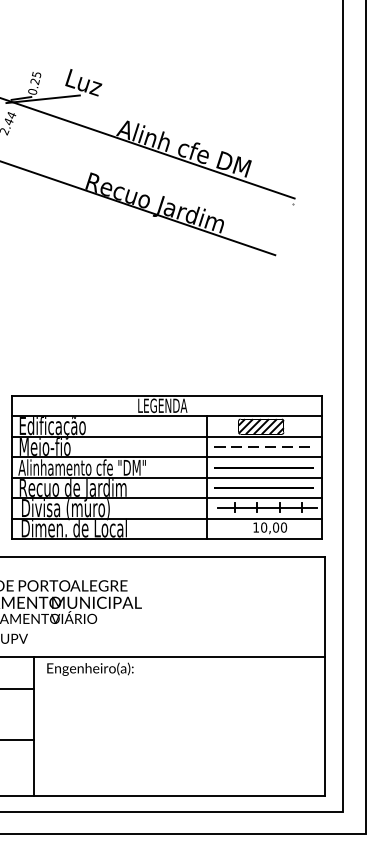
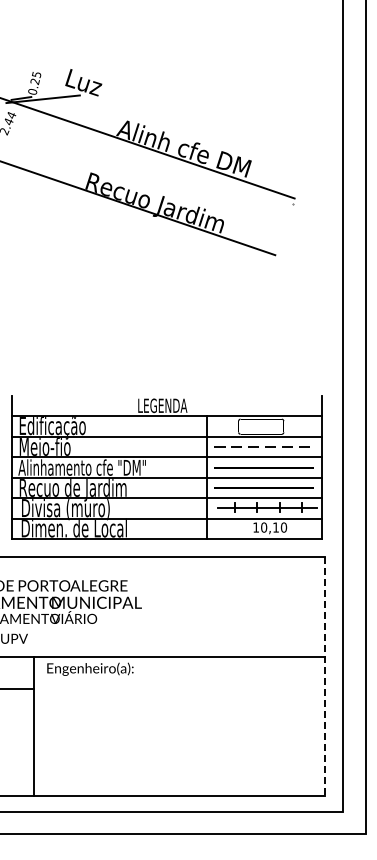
line at (166, 395): present -> none
hatch at (260, 426): present -> none
text at (276, 527): 10,00 -> 10,10
line at (325, 676): solid -> dashed
line at (18, 739): present -> none
